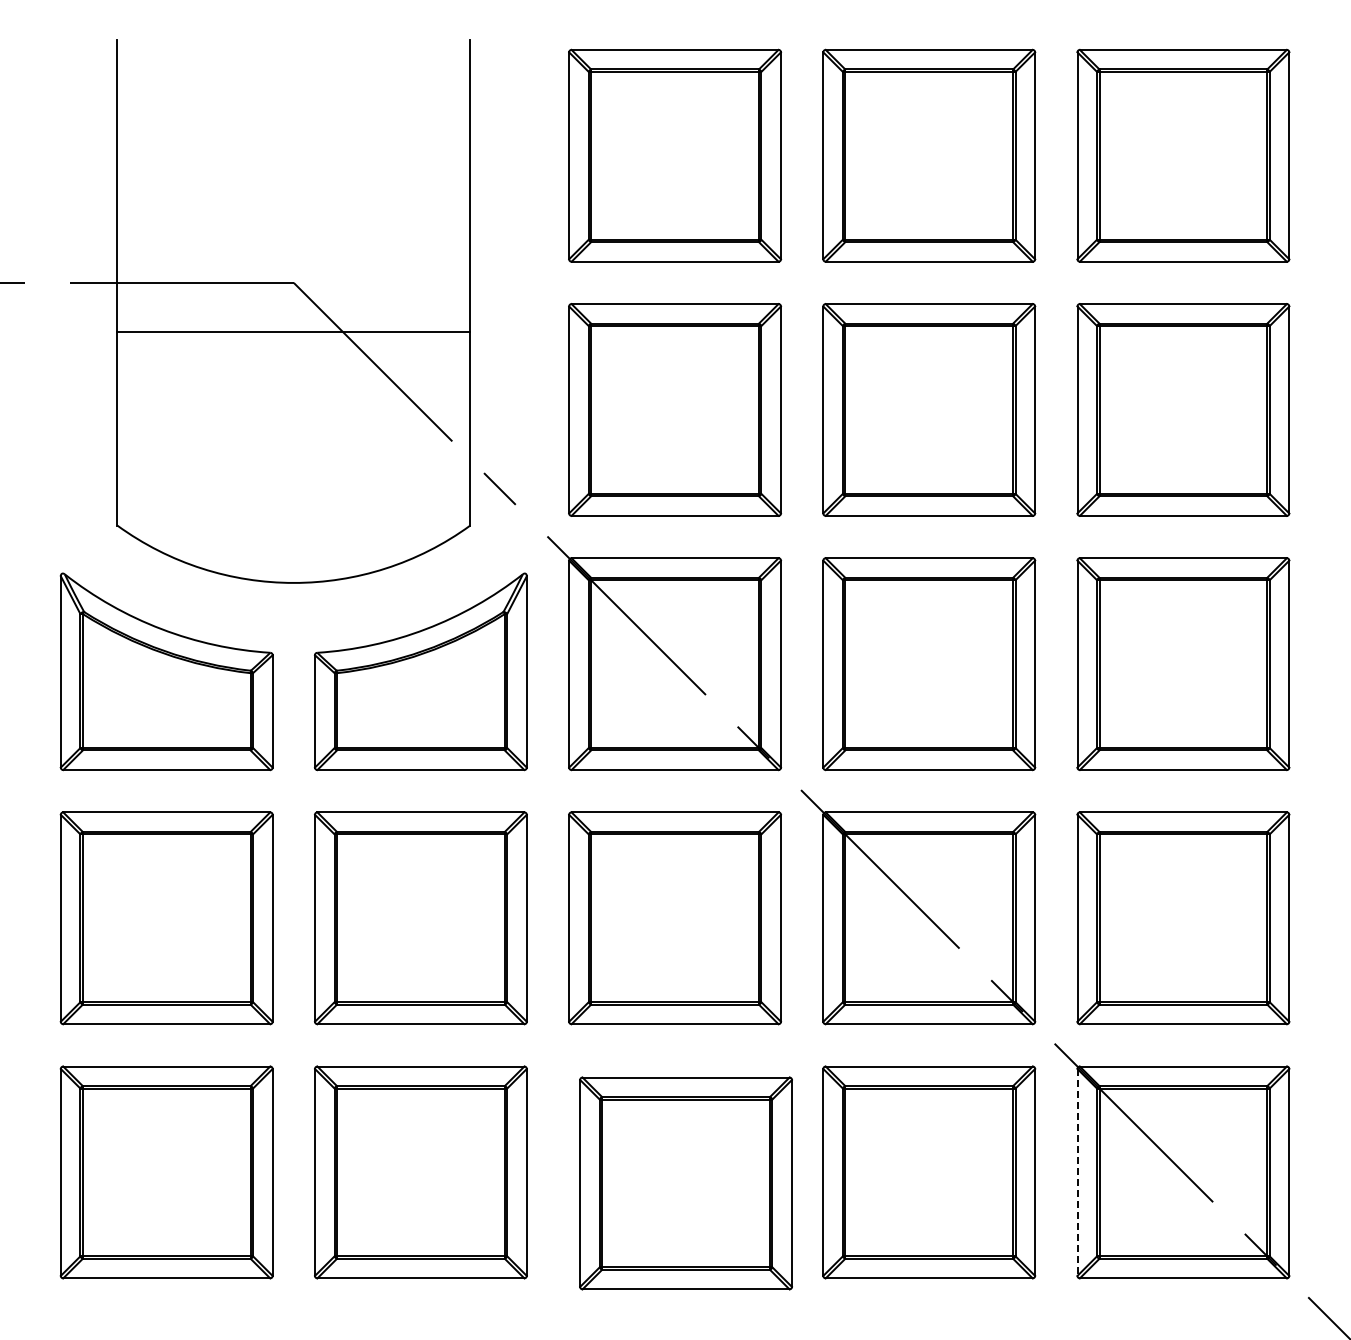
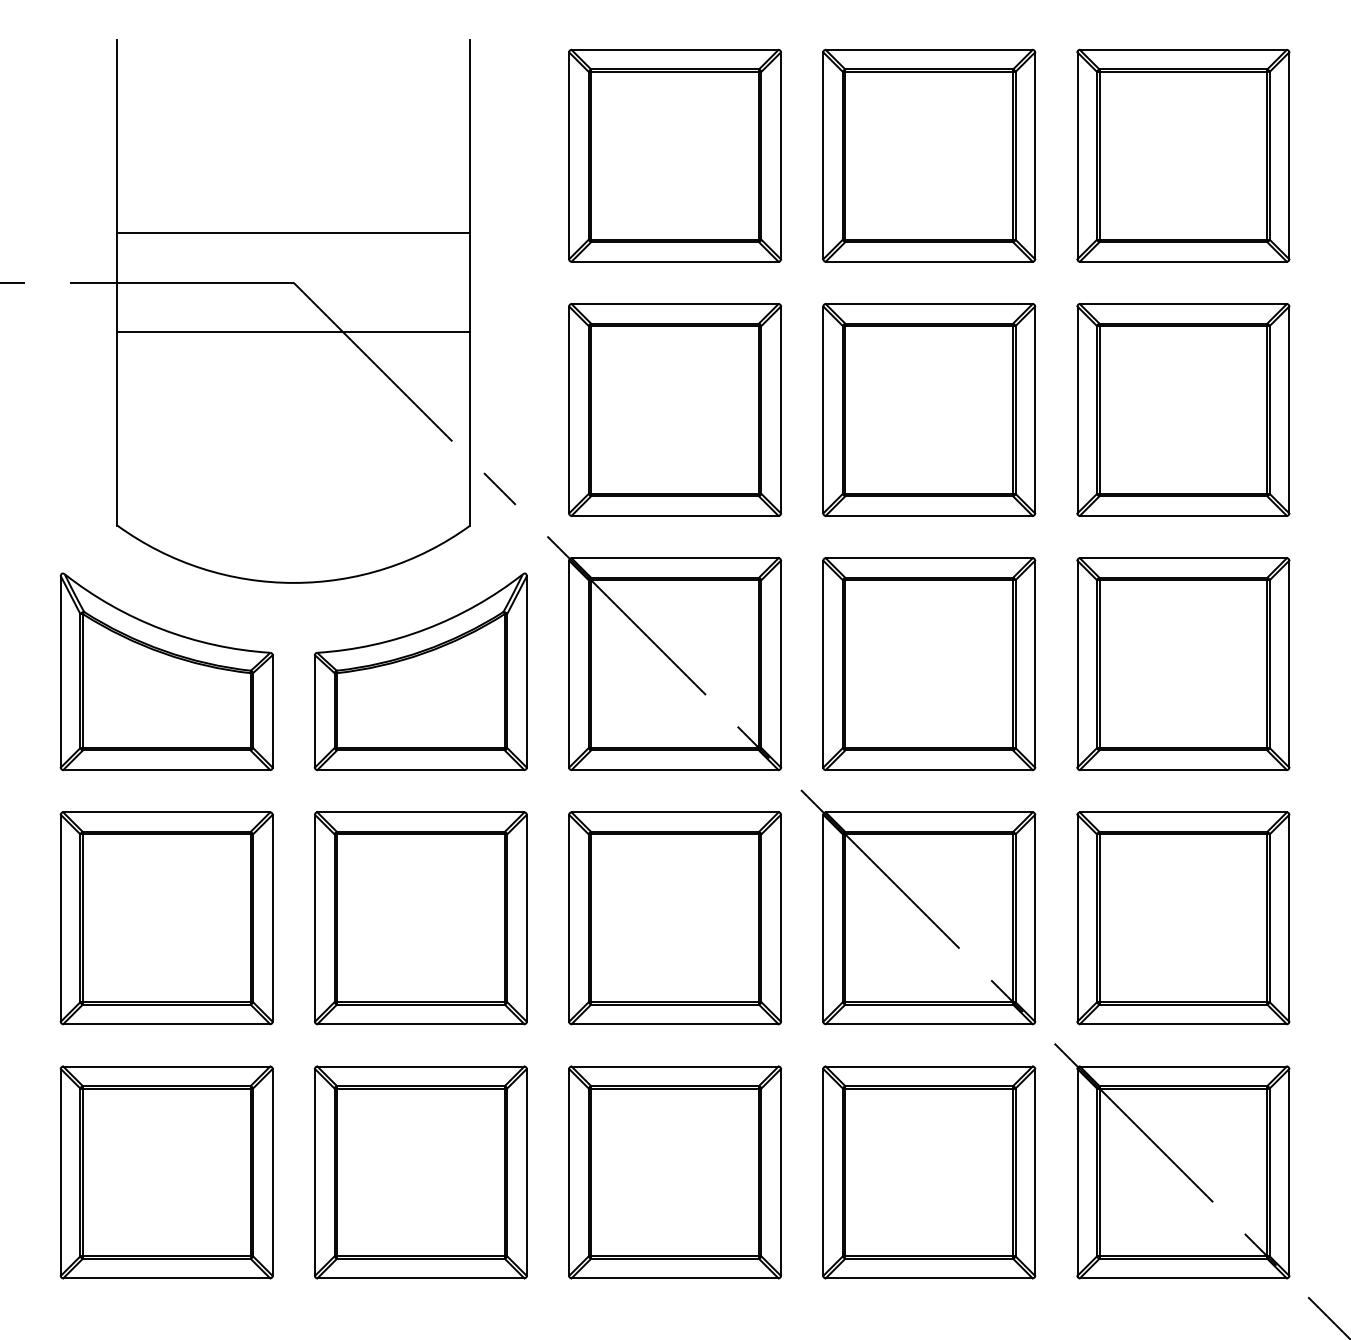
line at (293, 233): none -> present
line at (1077, 1172): dashed -> solid
part at (685, 1183) position: (685, 1183) -> (674, 1172)
